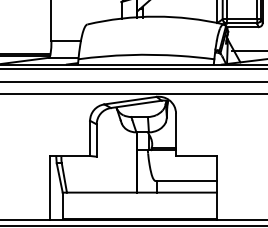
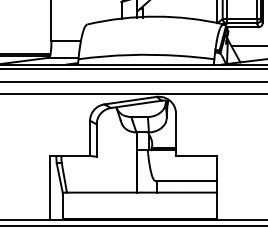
line at (247, 51) position: (247, 51) -> (247, 46)
